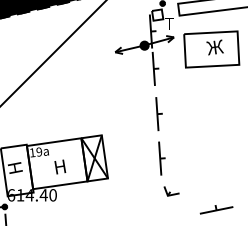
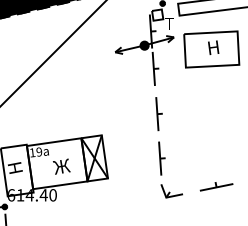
text at (214, 47): Ж -> Н
text at (61, 166): Н -> Ж
part at (171, 191) size: 17x11 px -> 23x15 px
part at (216, 209) position: (216, 209) -> (216, 186)
